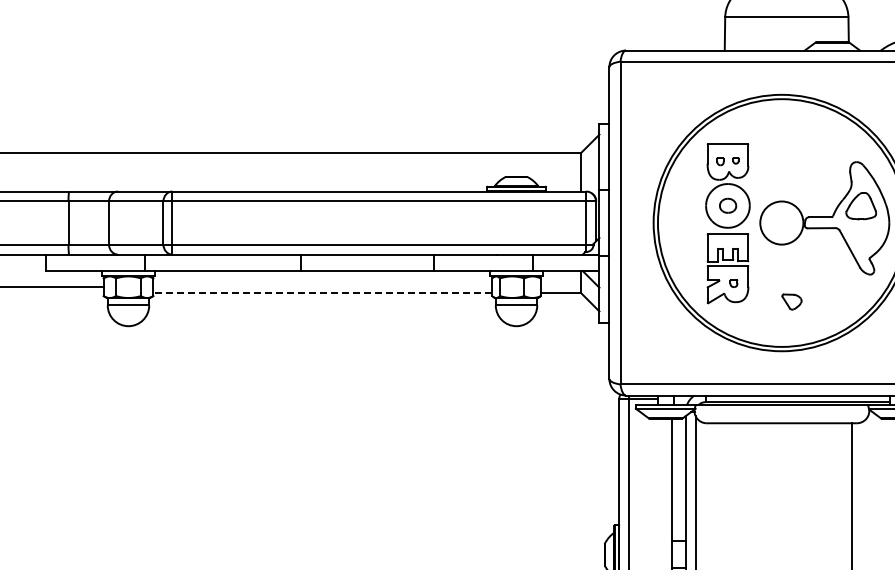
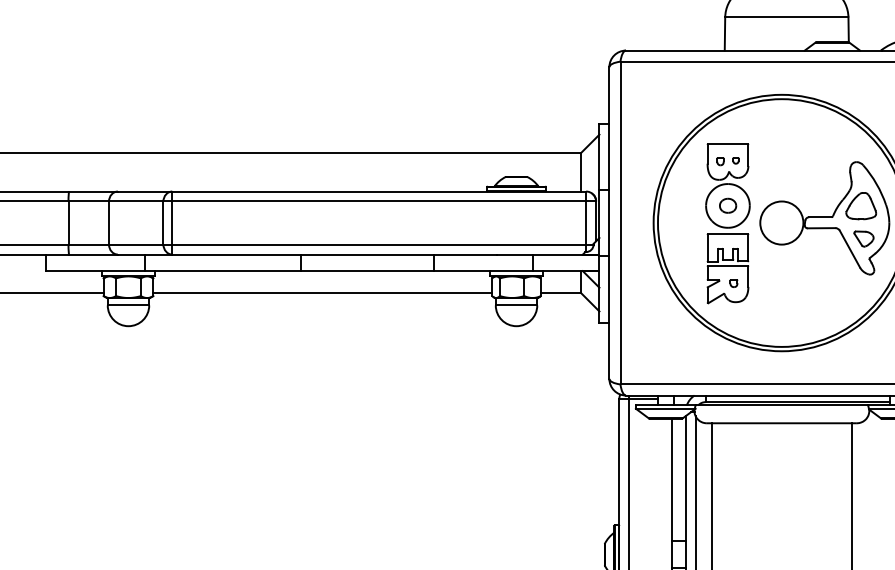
line at (52, 286) position: (52, 286) -> (52, 292)
line at (322, 292): dashed -> solid
part at (791, 301) position: (791, 301) -> (863, 238)
line at (712, 494): none -> present
